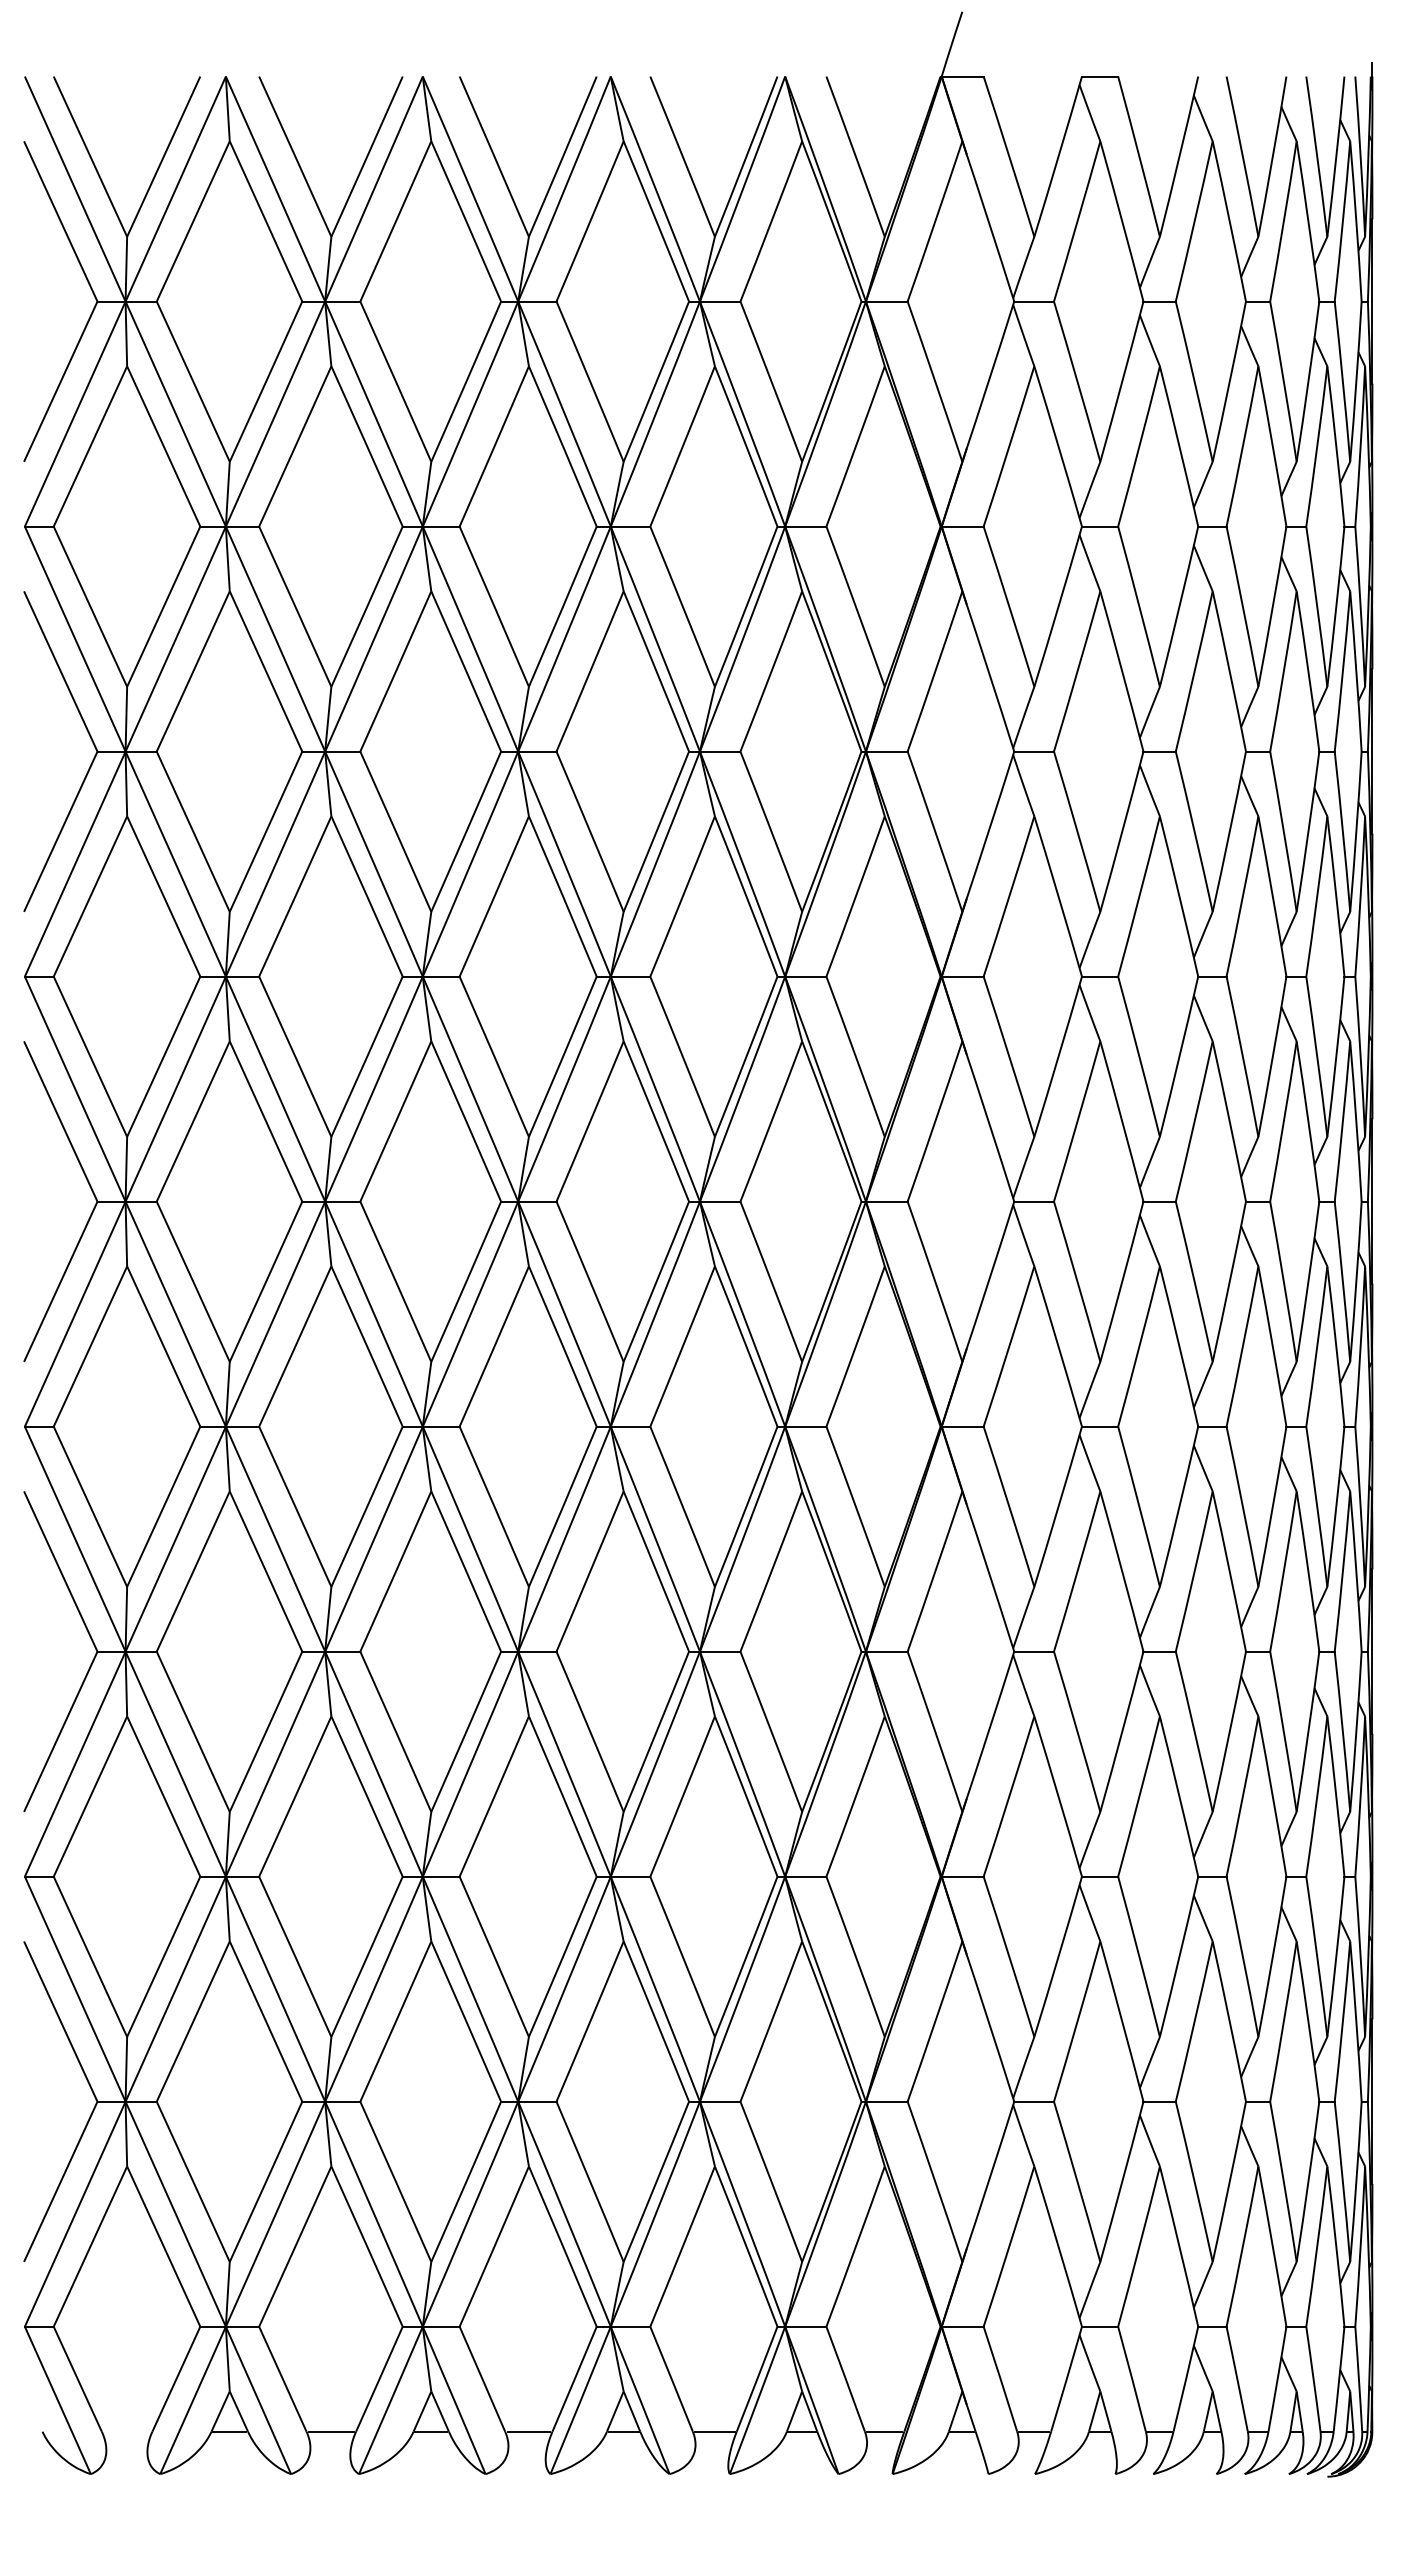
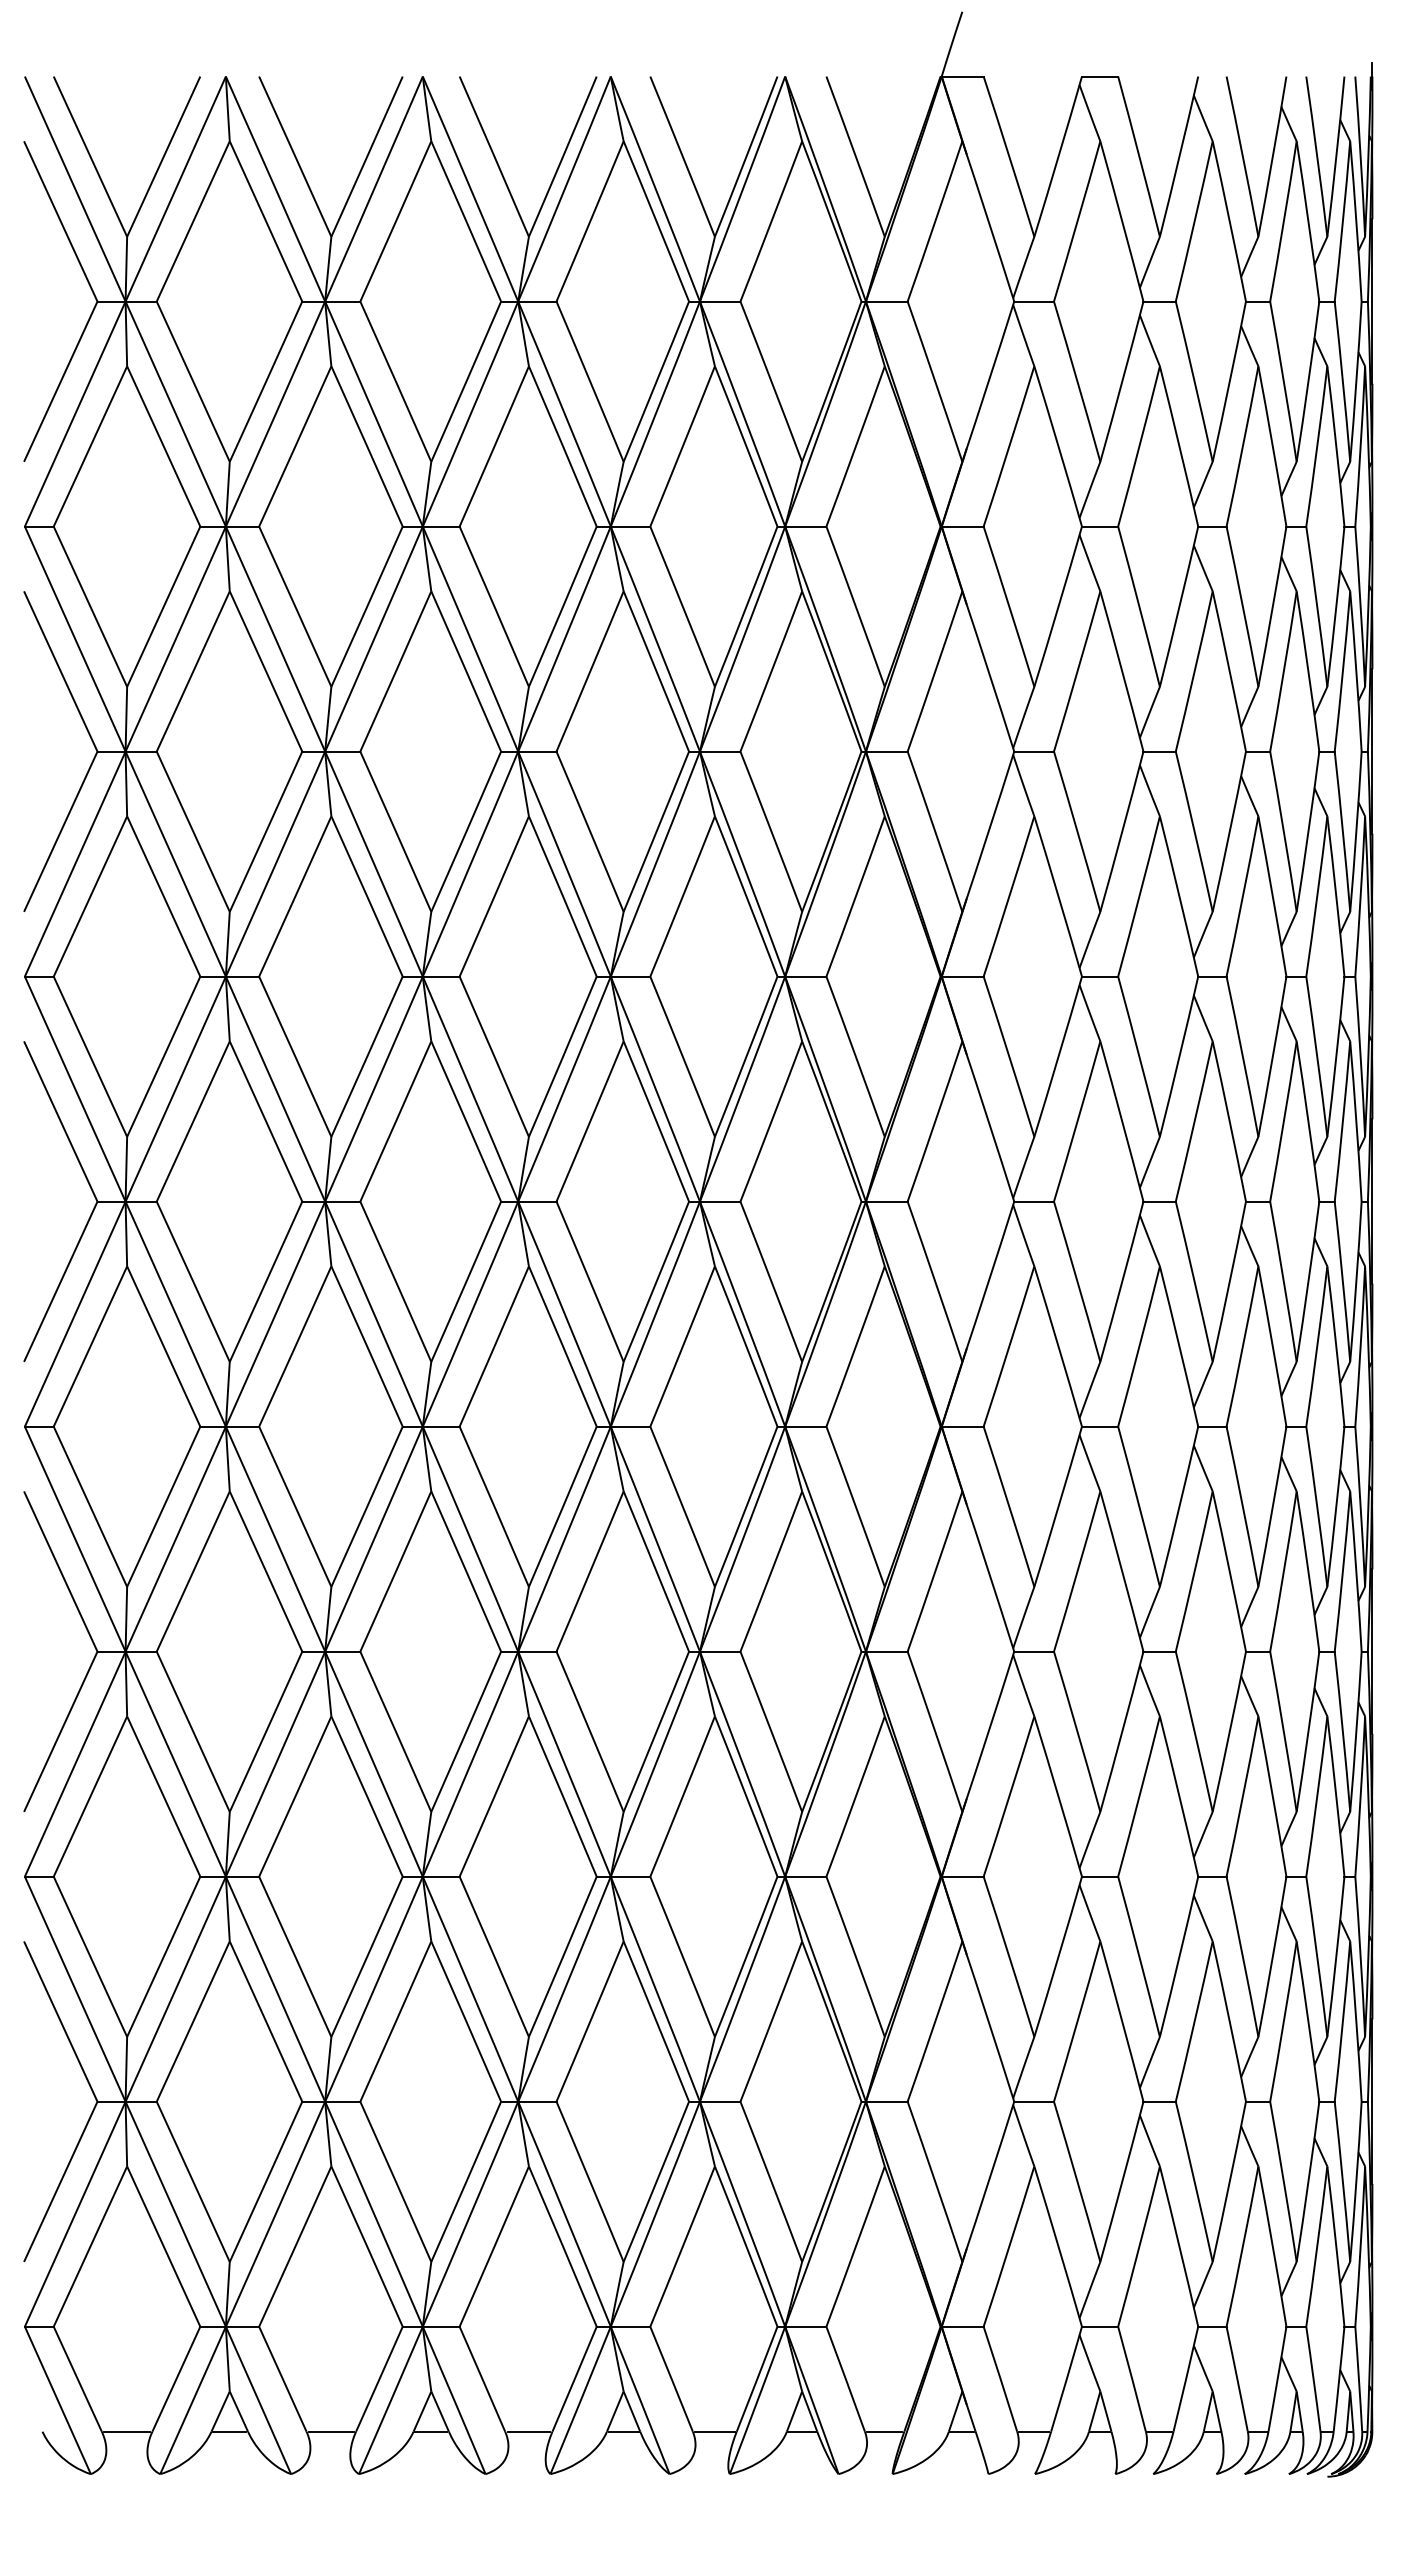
line at (126, 2431): none -> present
